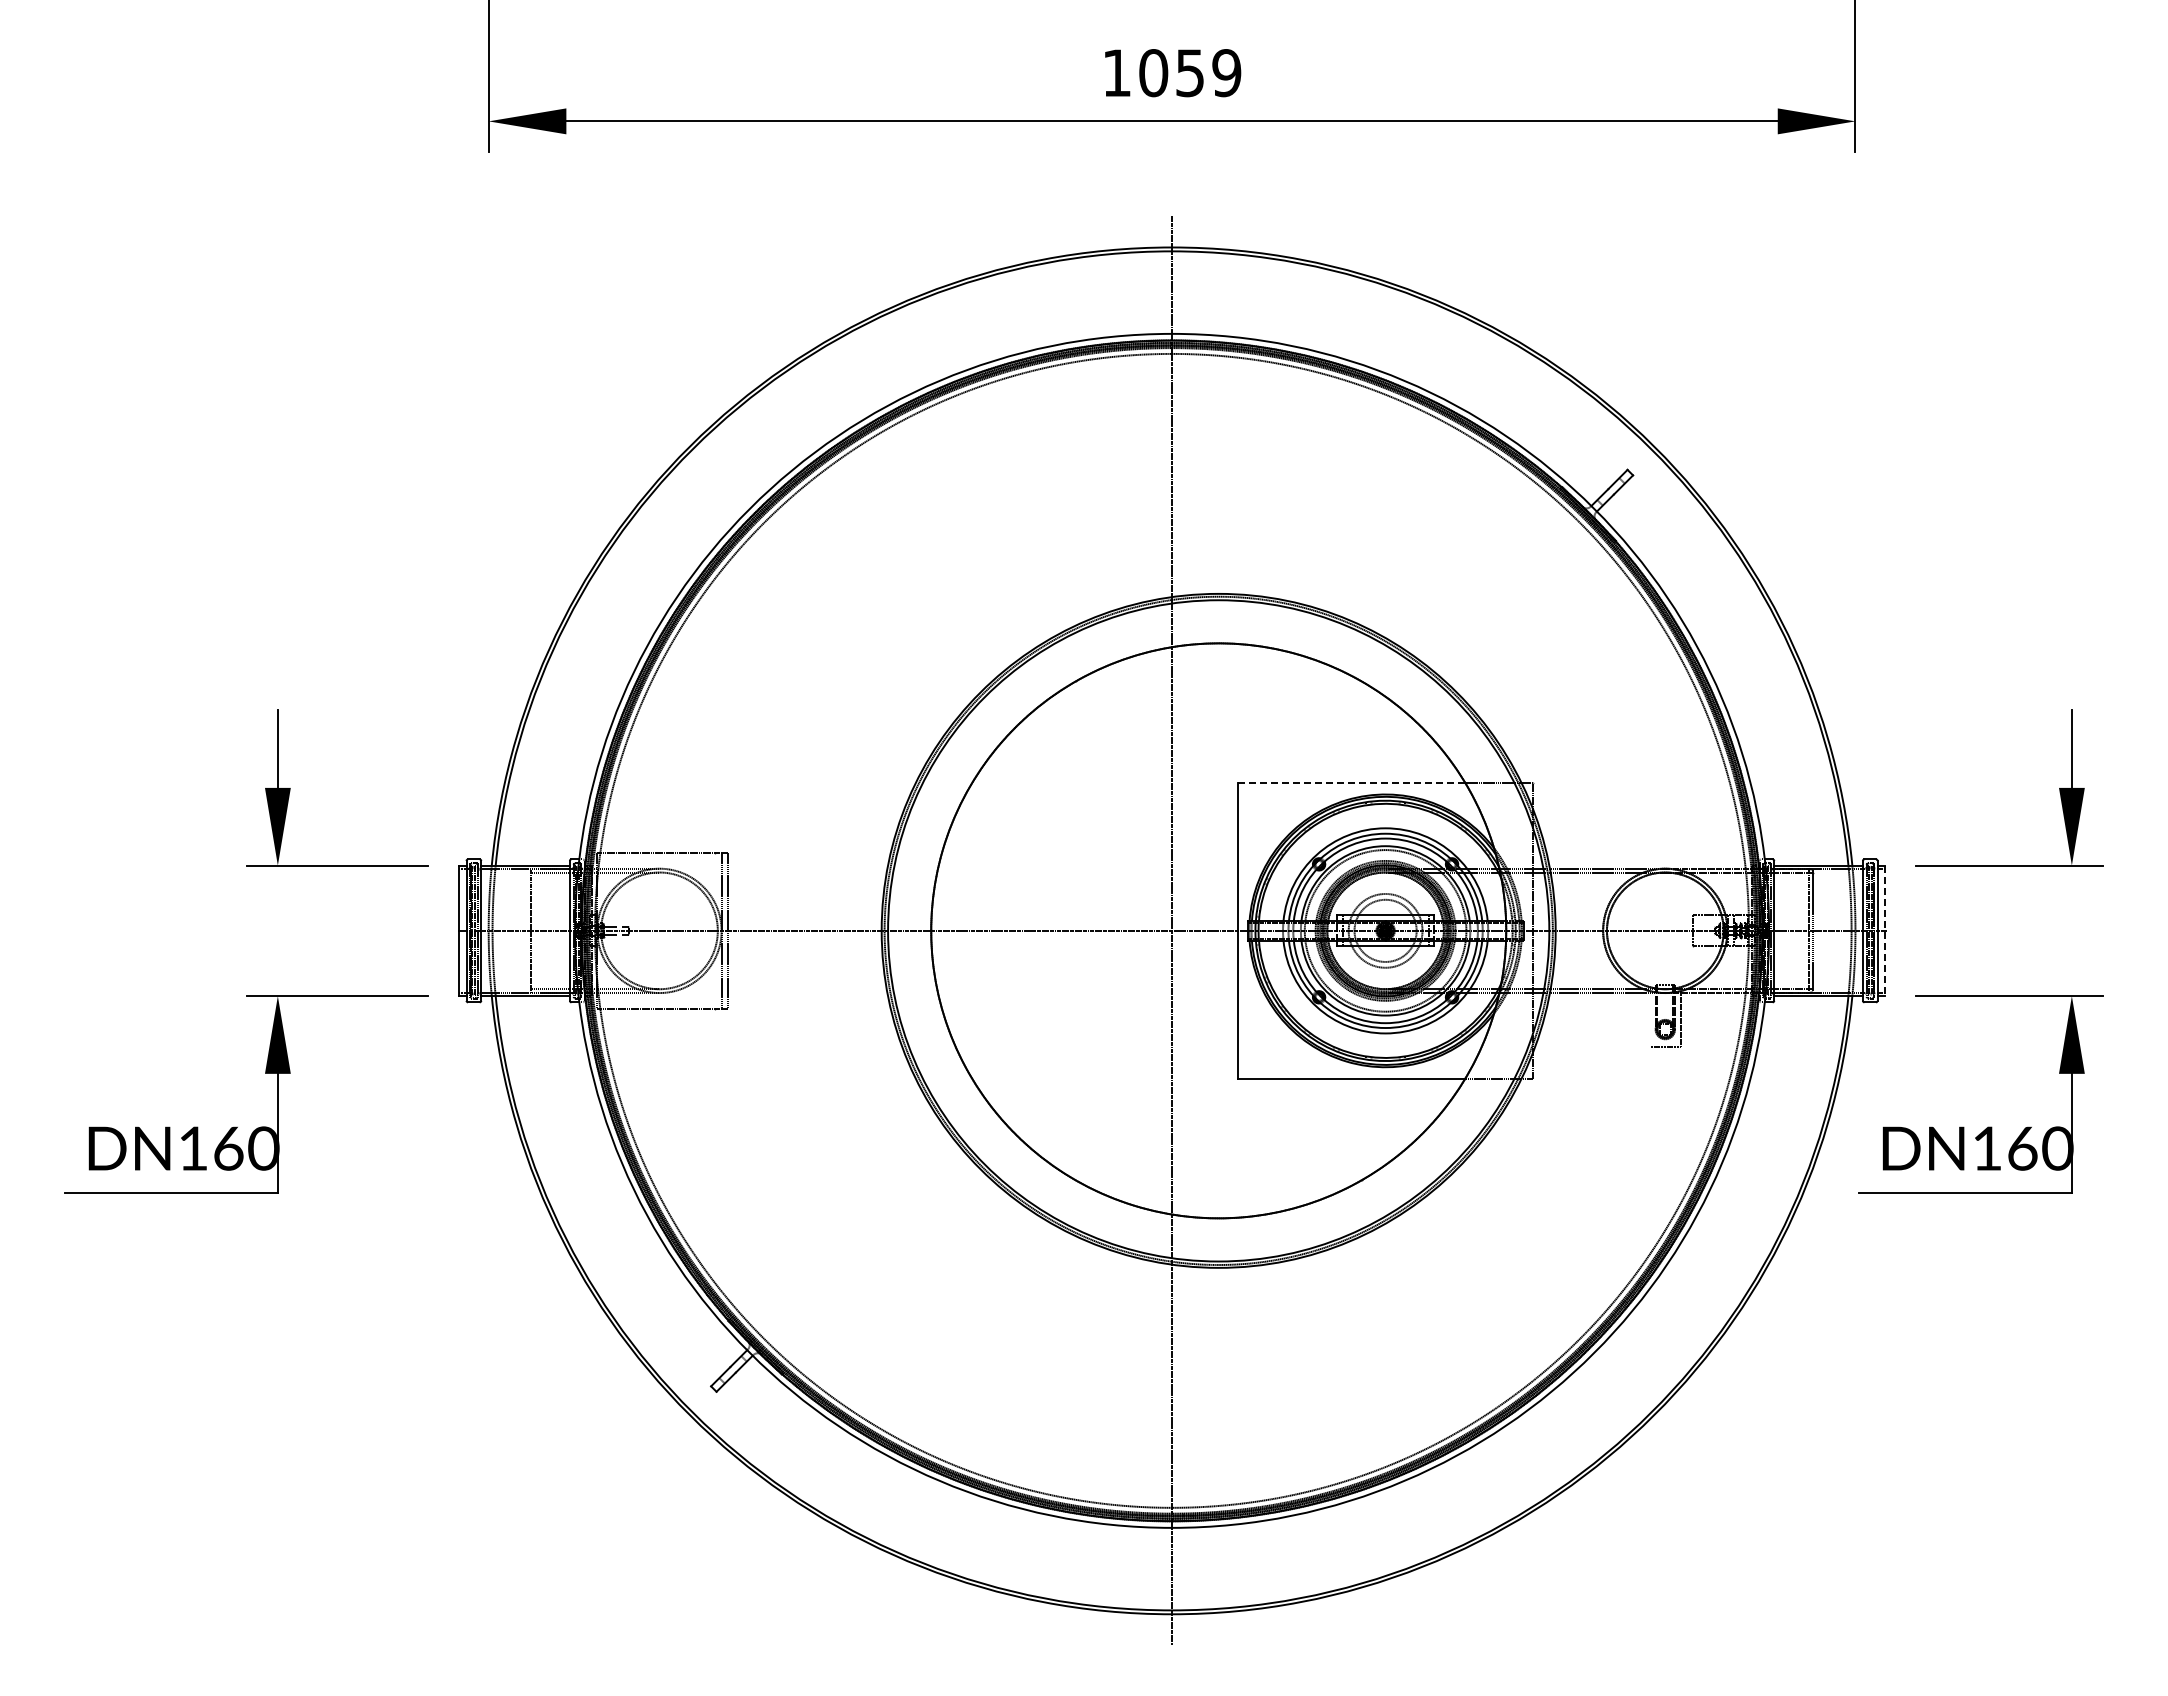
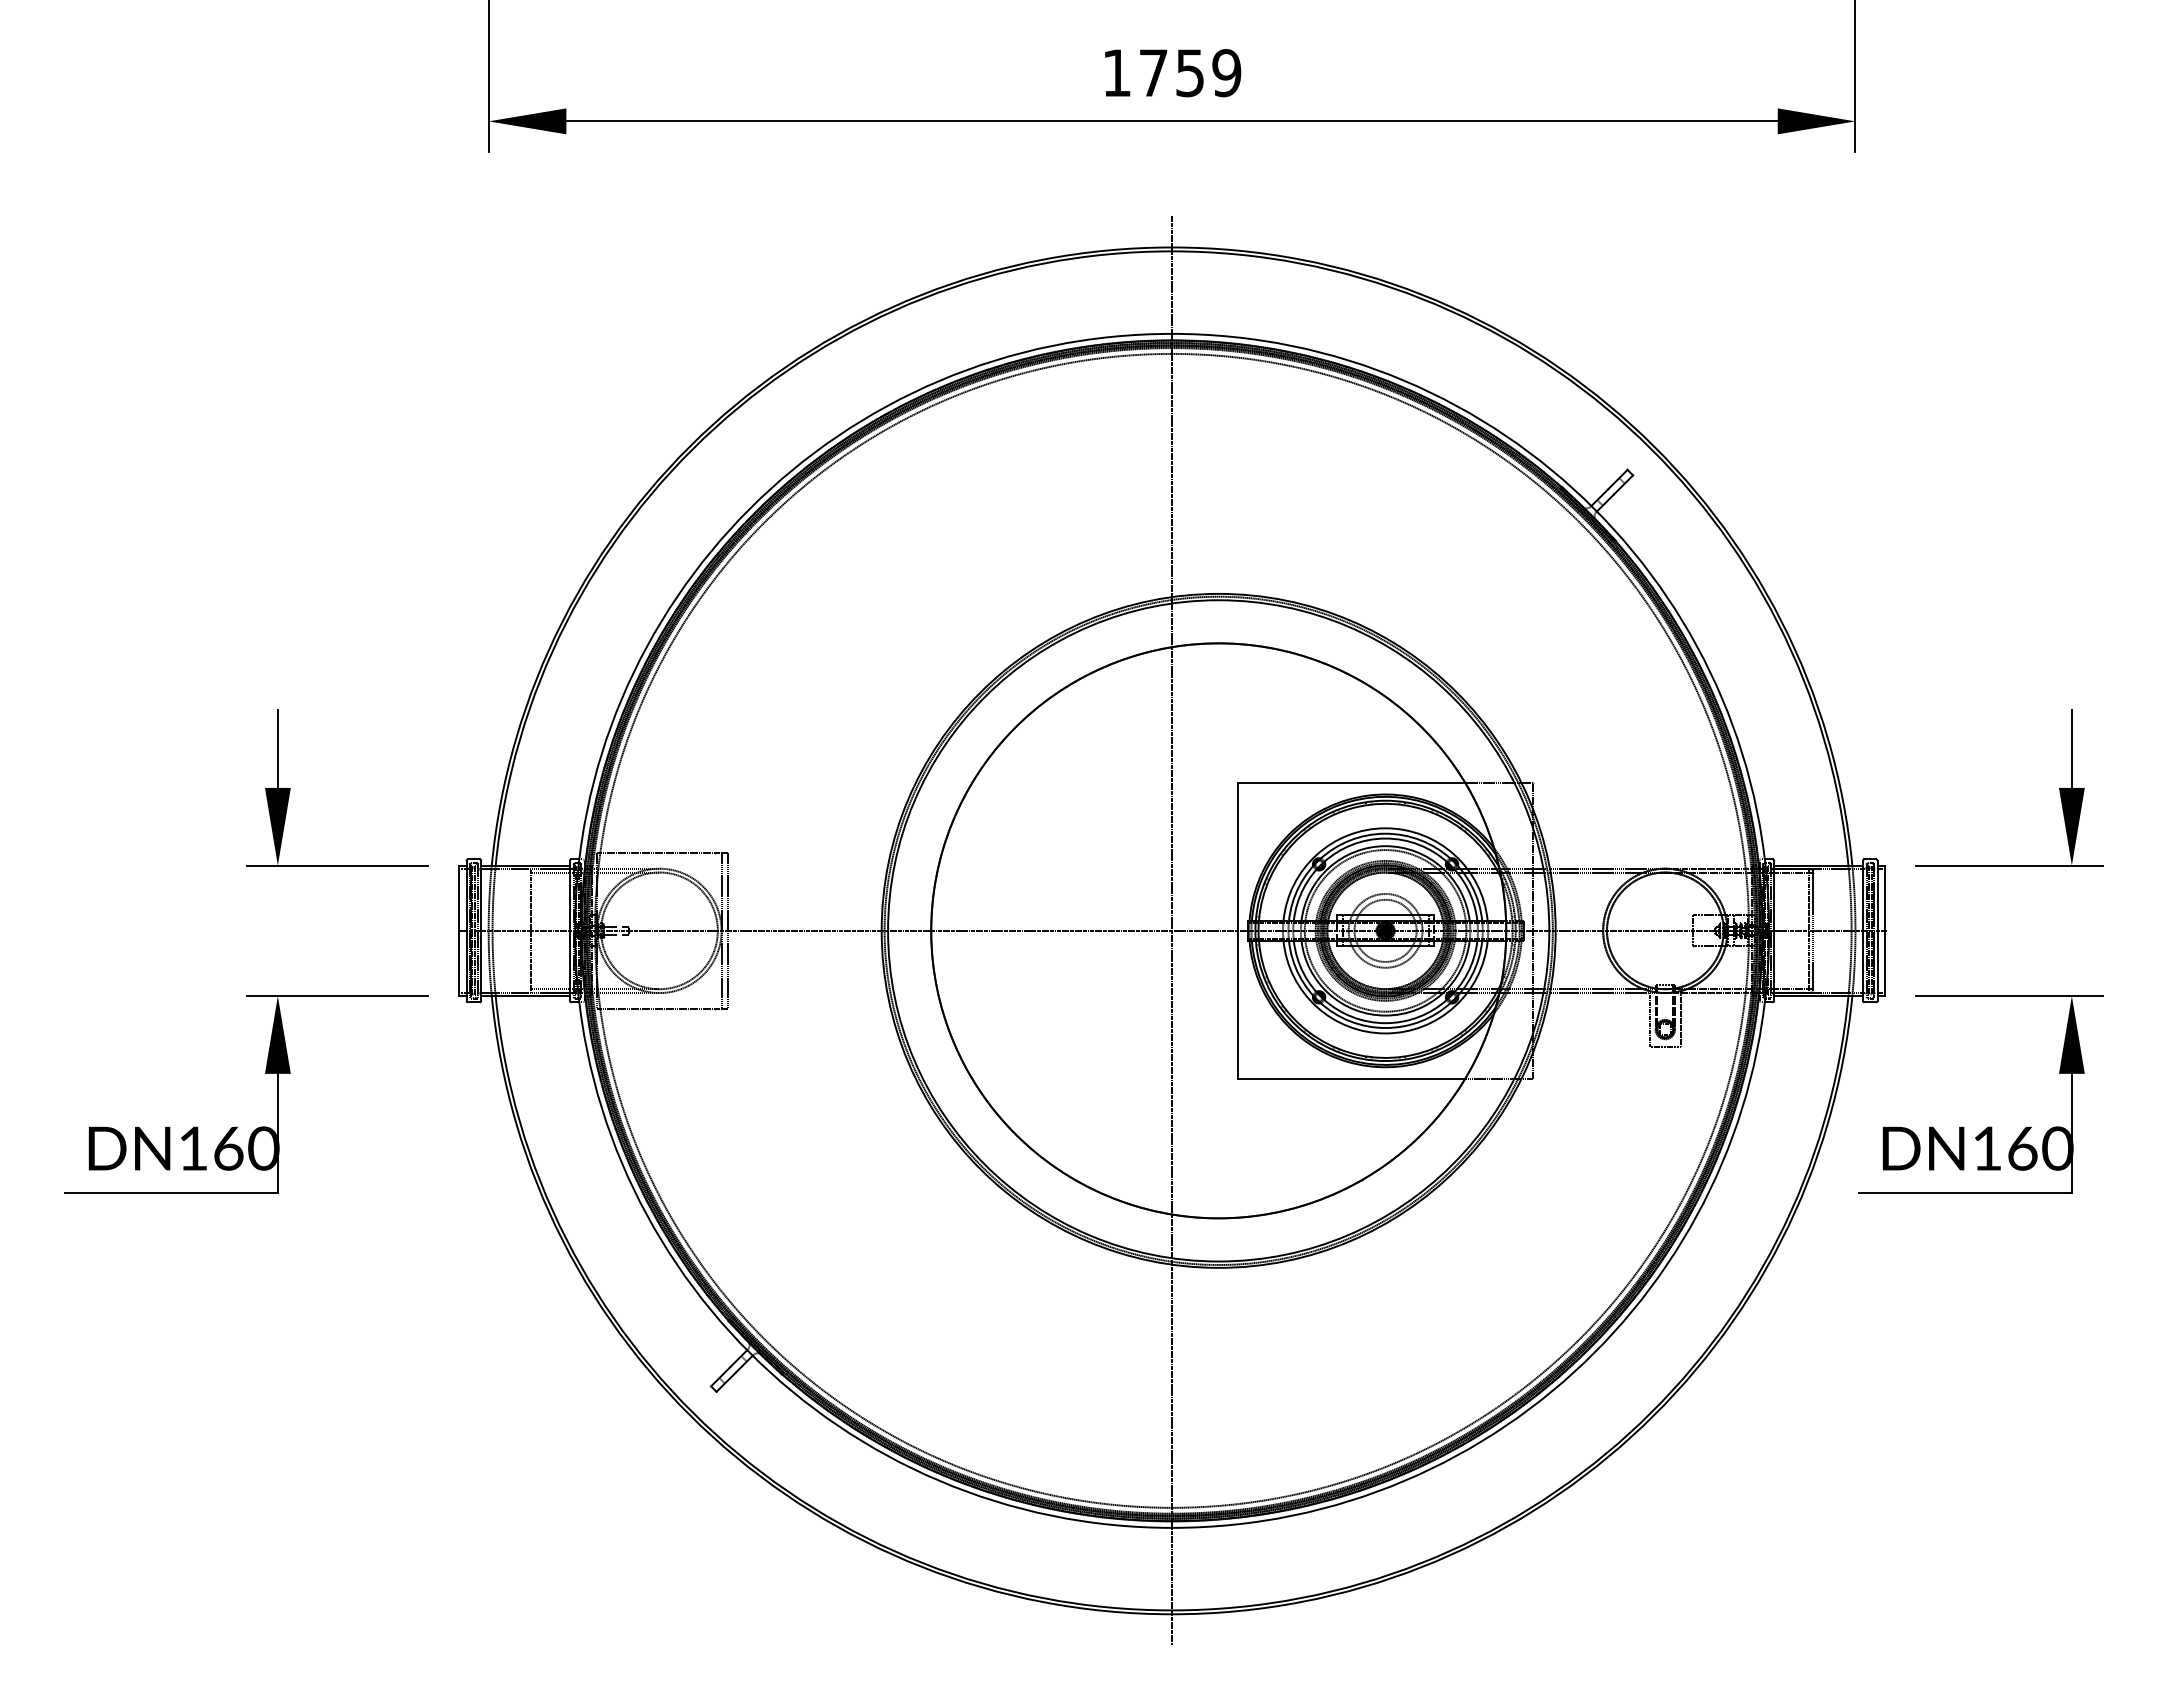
text at (1153, 73): 1059 -> 1759
line at (1351, 783): dashed -> solid
line at (1885, 931): dashed -> solid
line at (1649, 1019): none -> present
